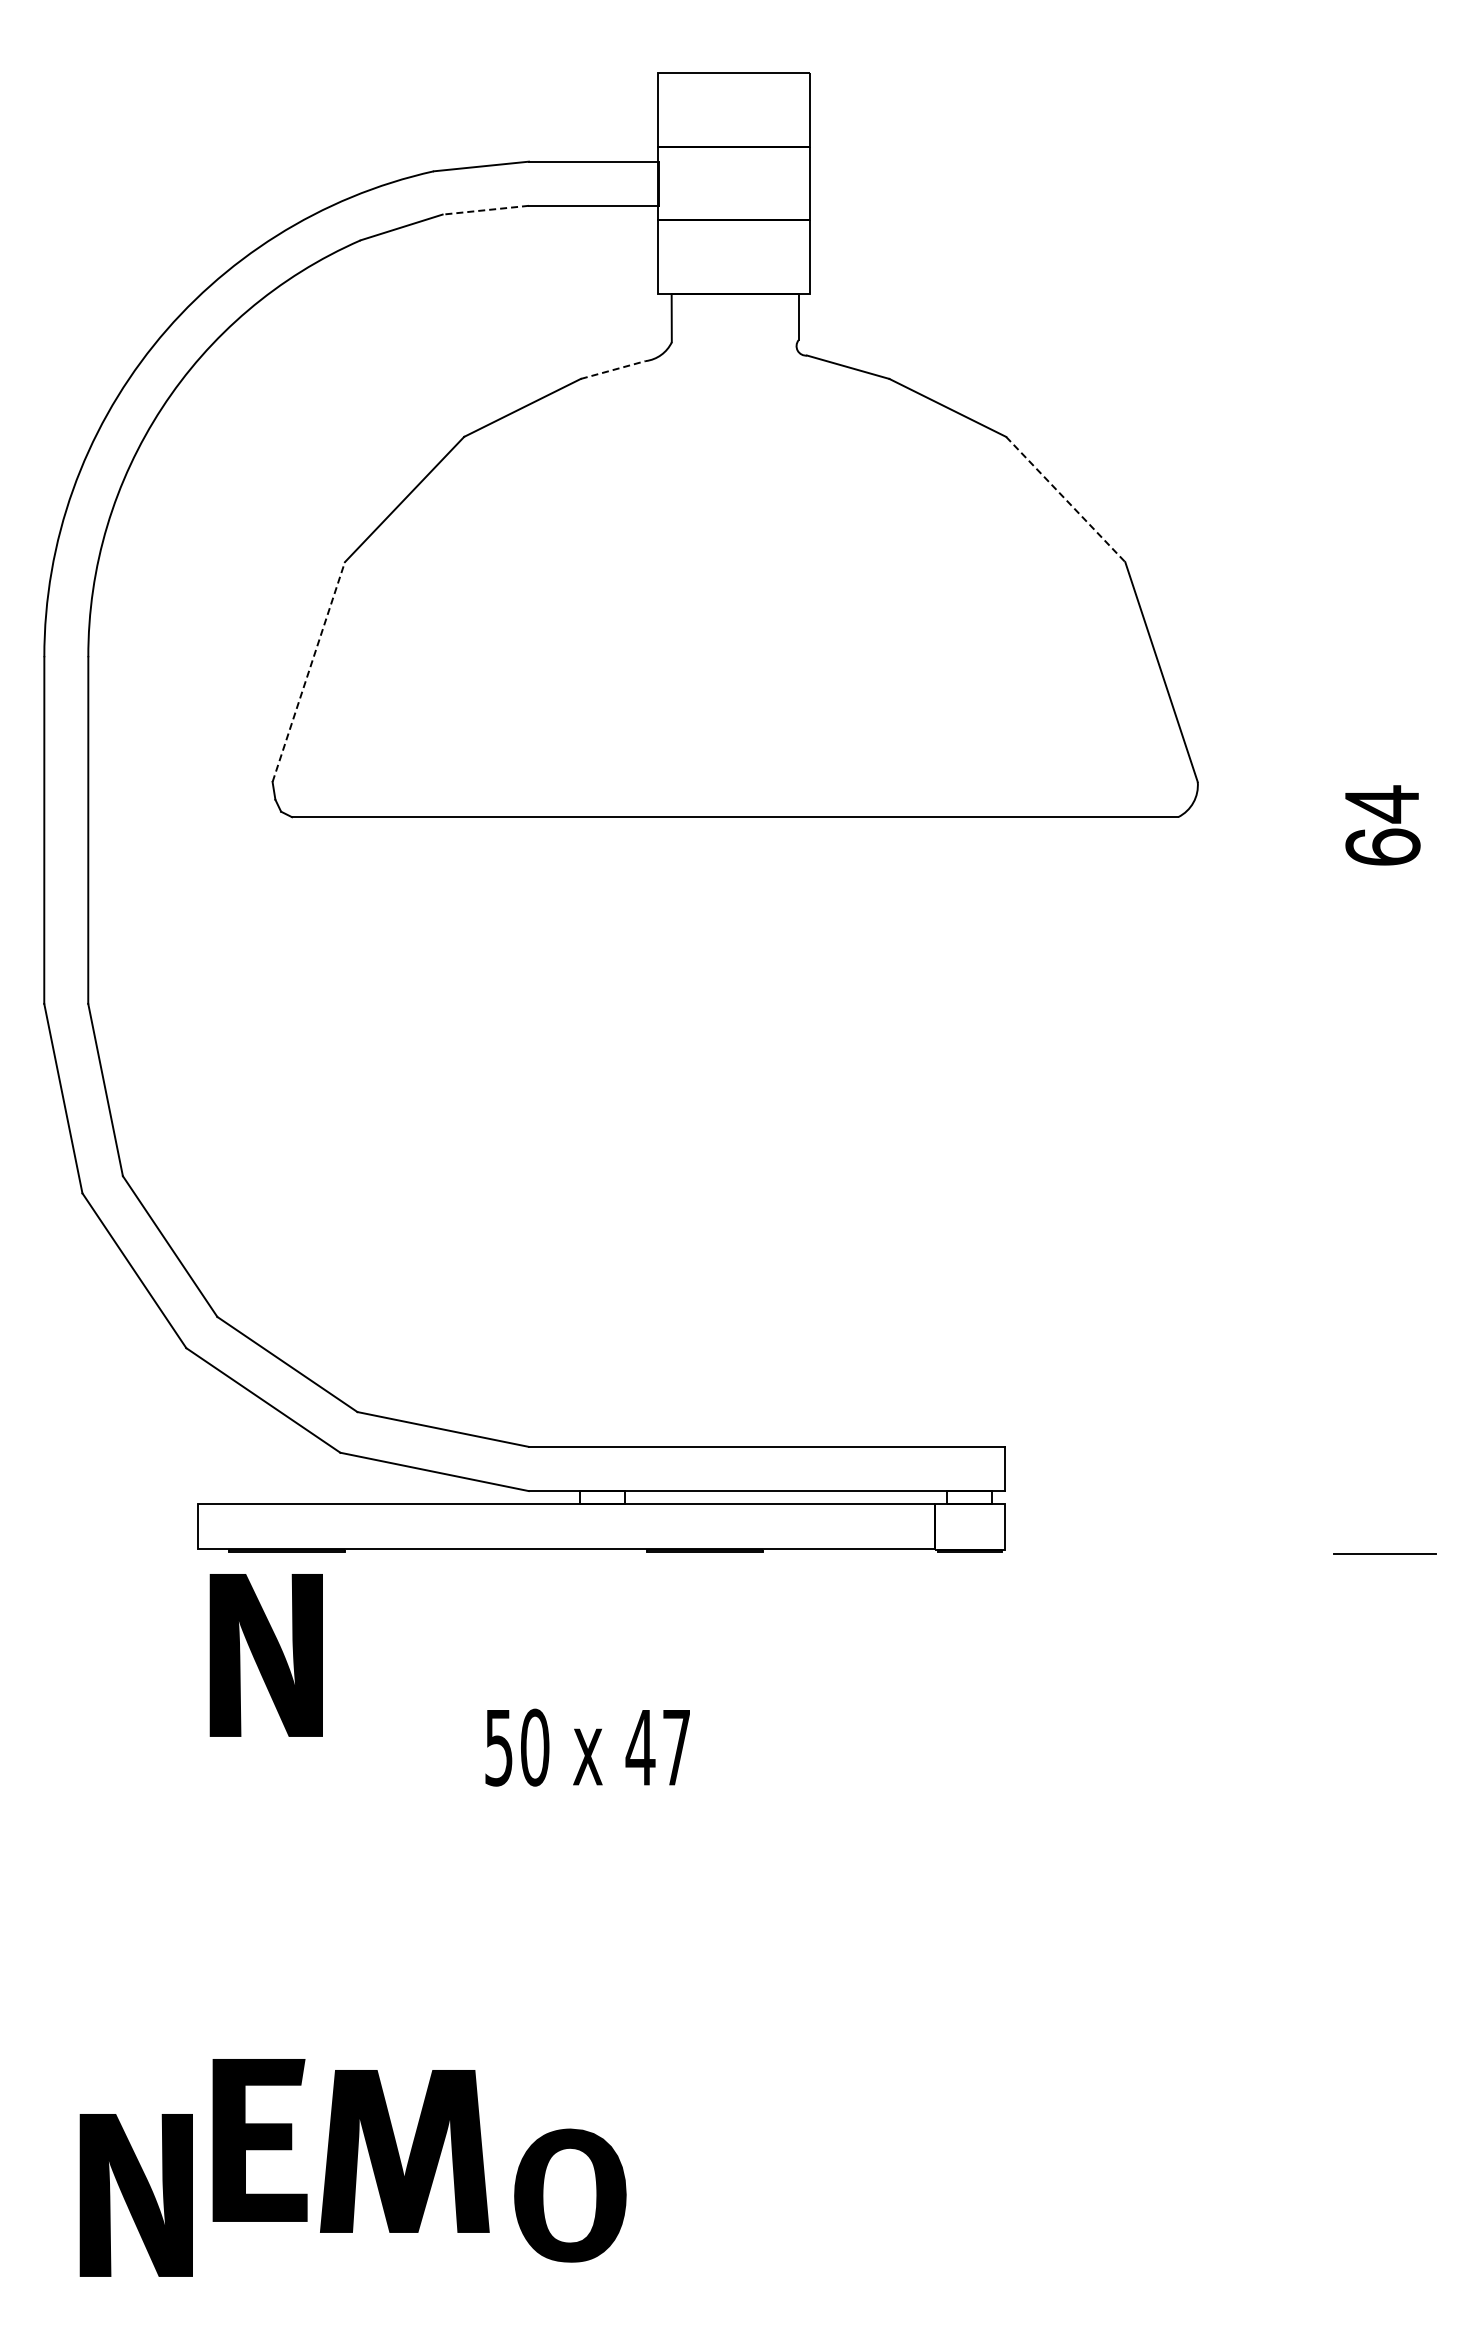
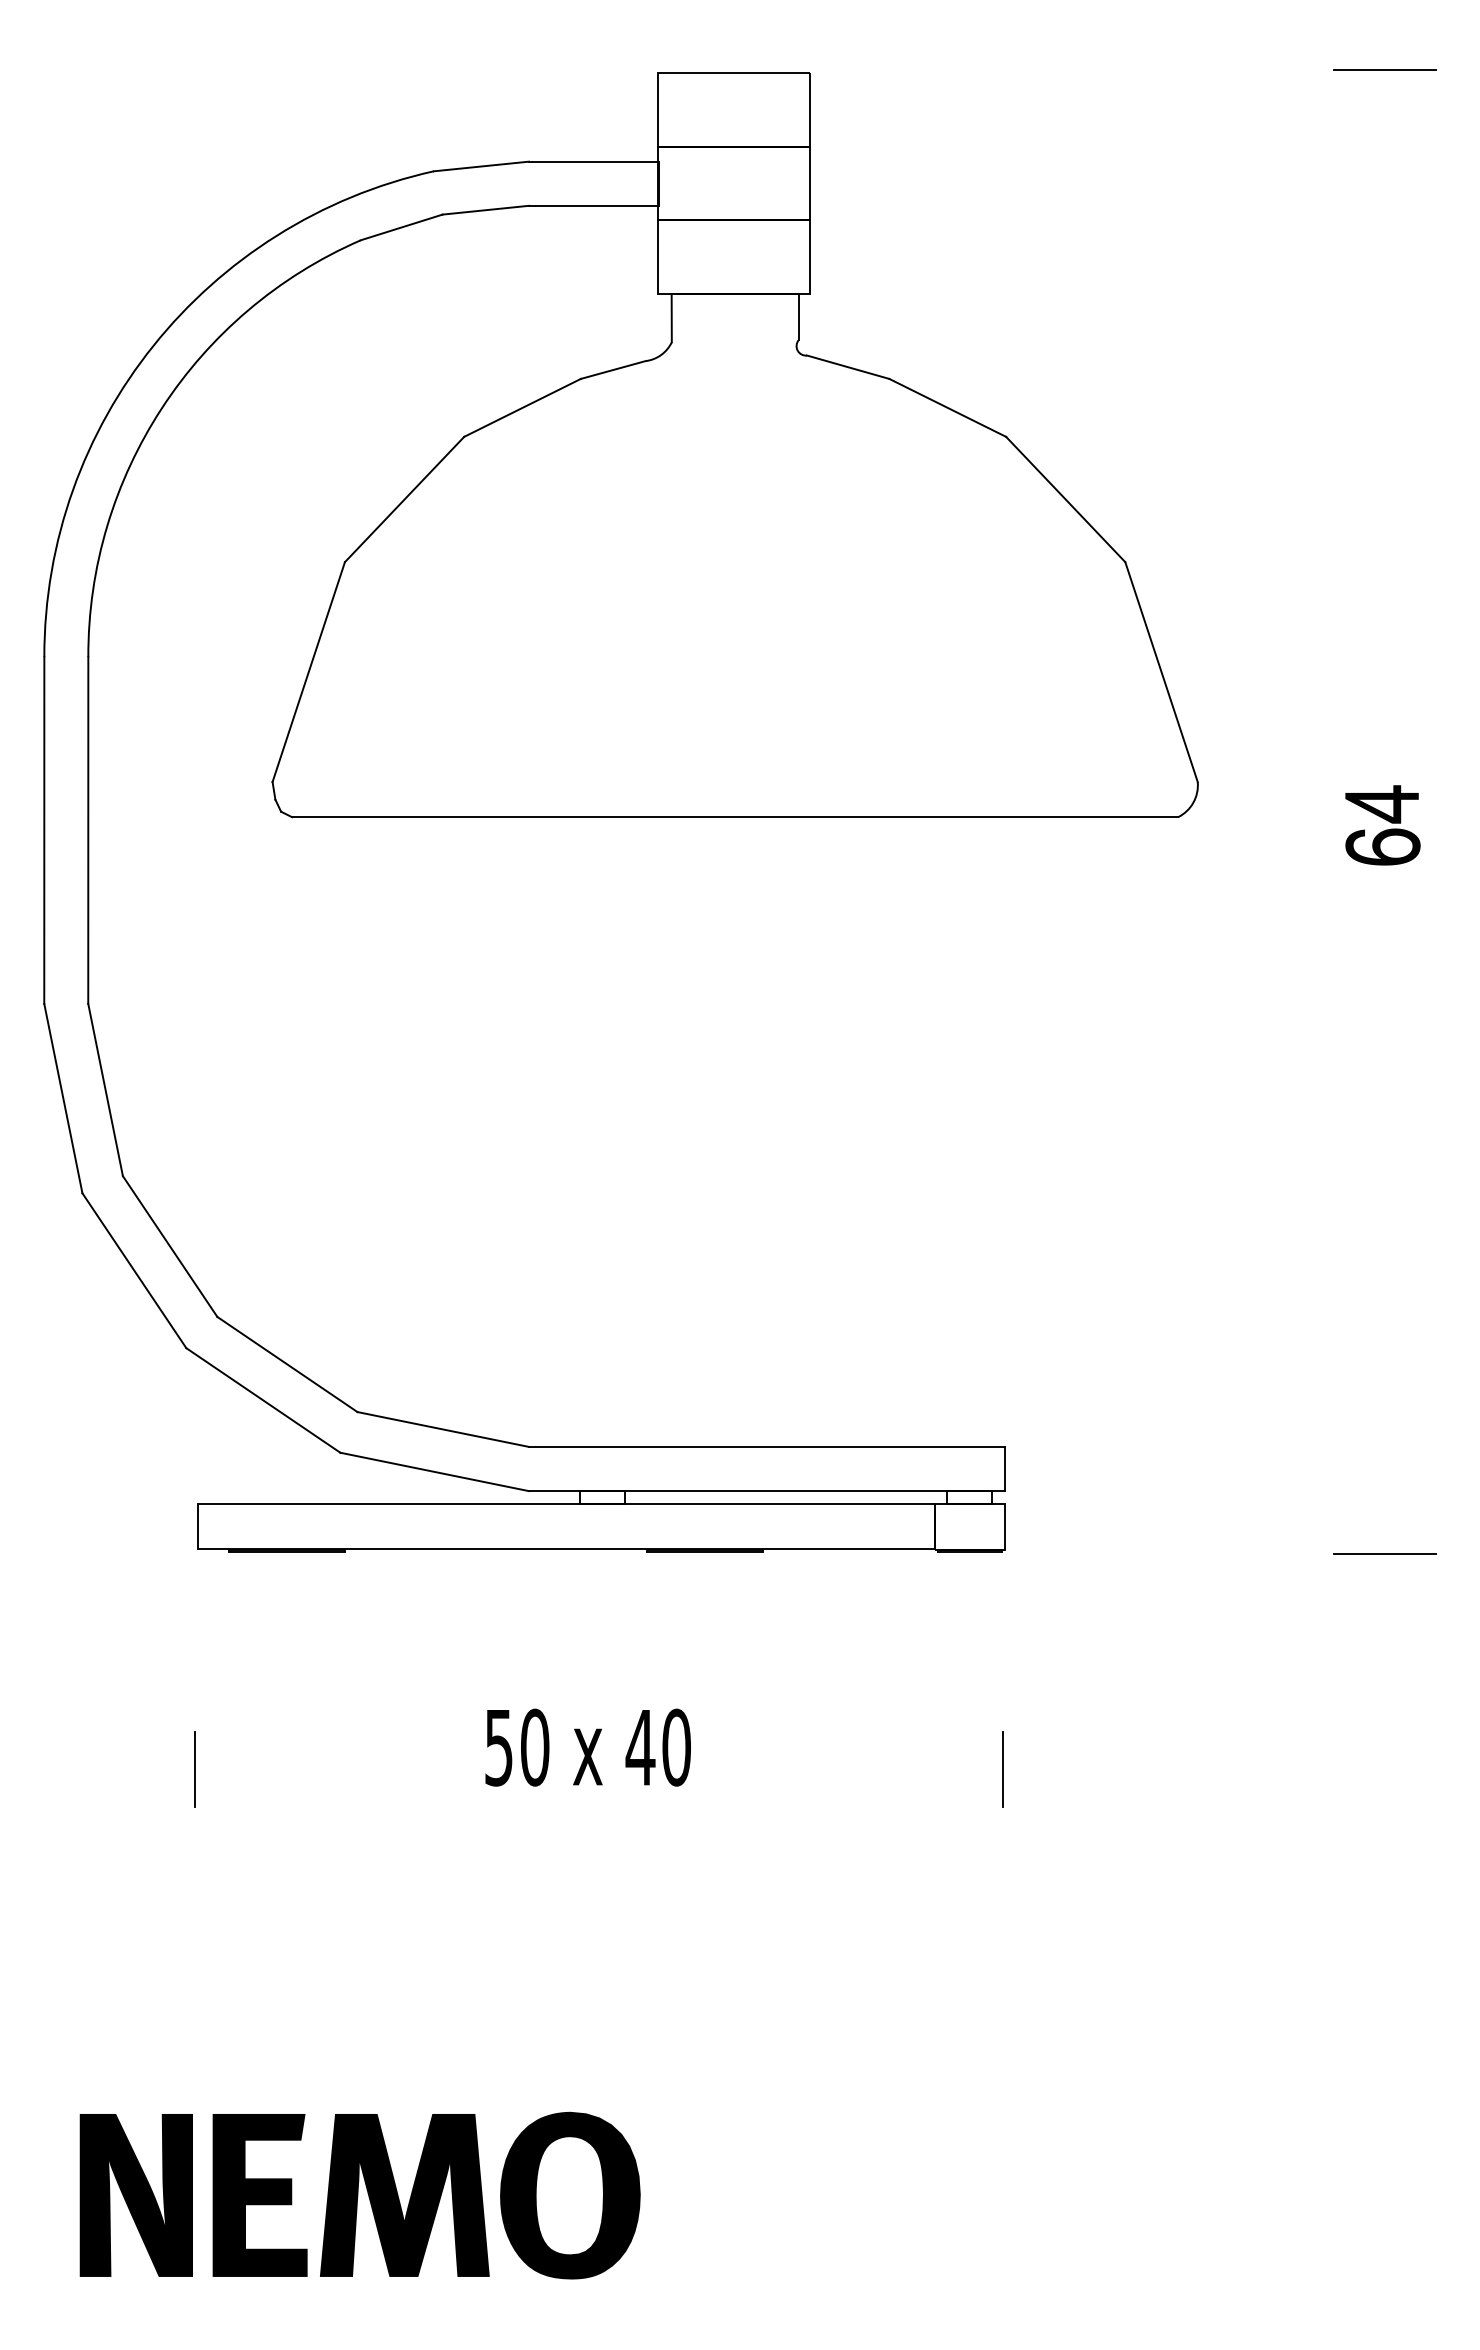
line at (1384, 70): none -> present
line at (485, 210): dashed -> solid
line at (613, 370): dashed -> solid
line at (1066, 499): dashed -> solid
line at (308, 672): dashed -> solid
part at (265, 1655): present -> none
text at (676, 1747): 47 -> 40
line at (195, 1769): none -> present
line at (1002, 1769): none -> present
part at (259, 2140) position: (259, 2140) -> (259, 2195)
part at (404, 2151) position: (404, 2151) -> (404, 2195)
part at (570, 2195) size: 113x135 px -> 141x169 px
